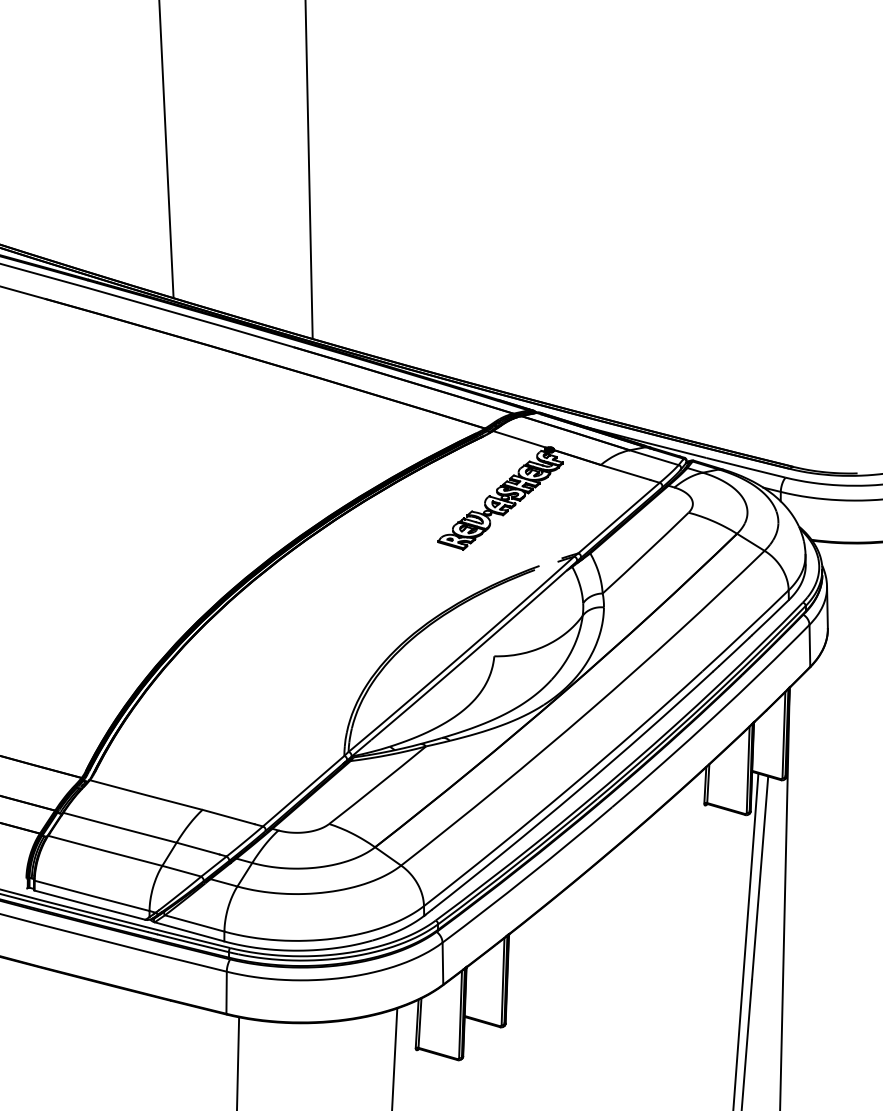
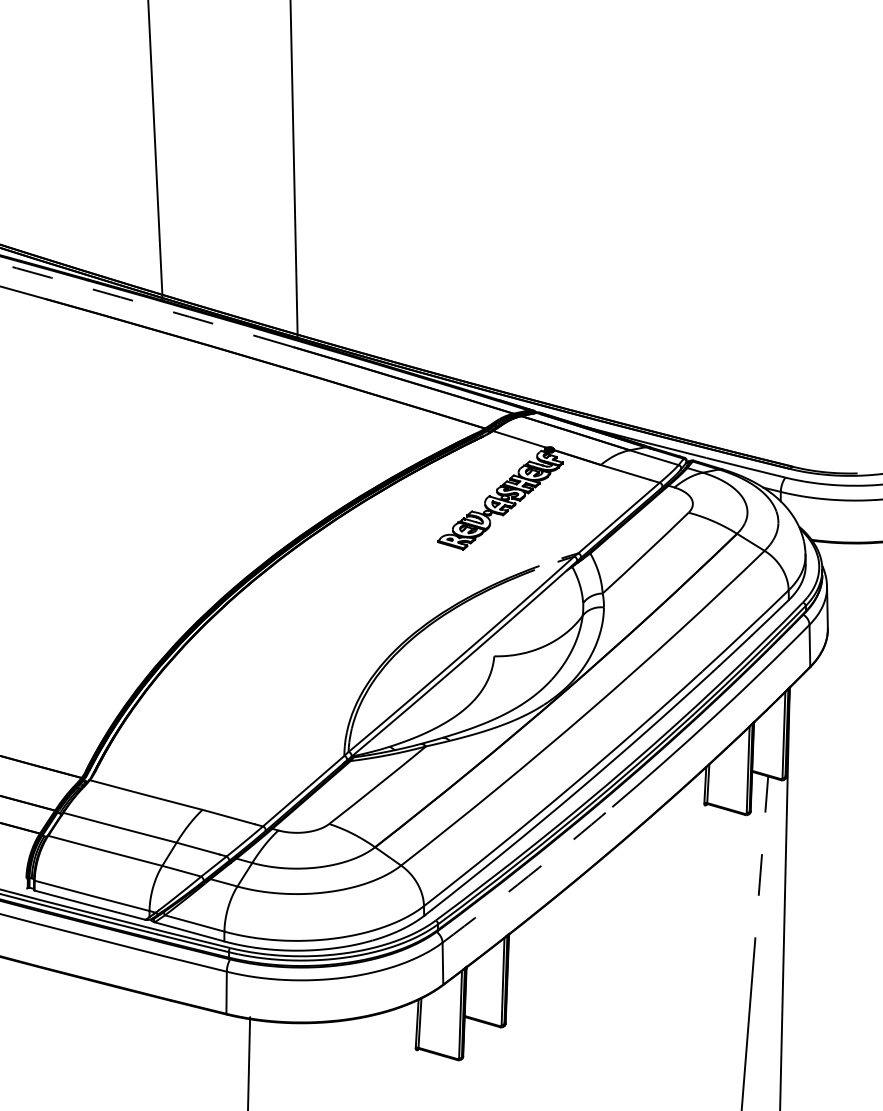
line at (166, 150) position: (166, 150) -> (155, 150)
line at (308, 170) position: (308, 170) -> (293, 170)
arc at (146, 304): solid -> dashed
arc at (528, 876): solid -> dashed
line at (760, 877): solid -> dashed
line at (745, 940): present -> none
line at (394, 1057): present -> none
line at (238, 1062) position: (238, 1062) -> (249, 1062)
